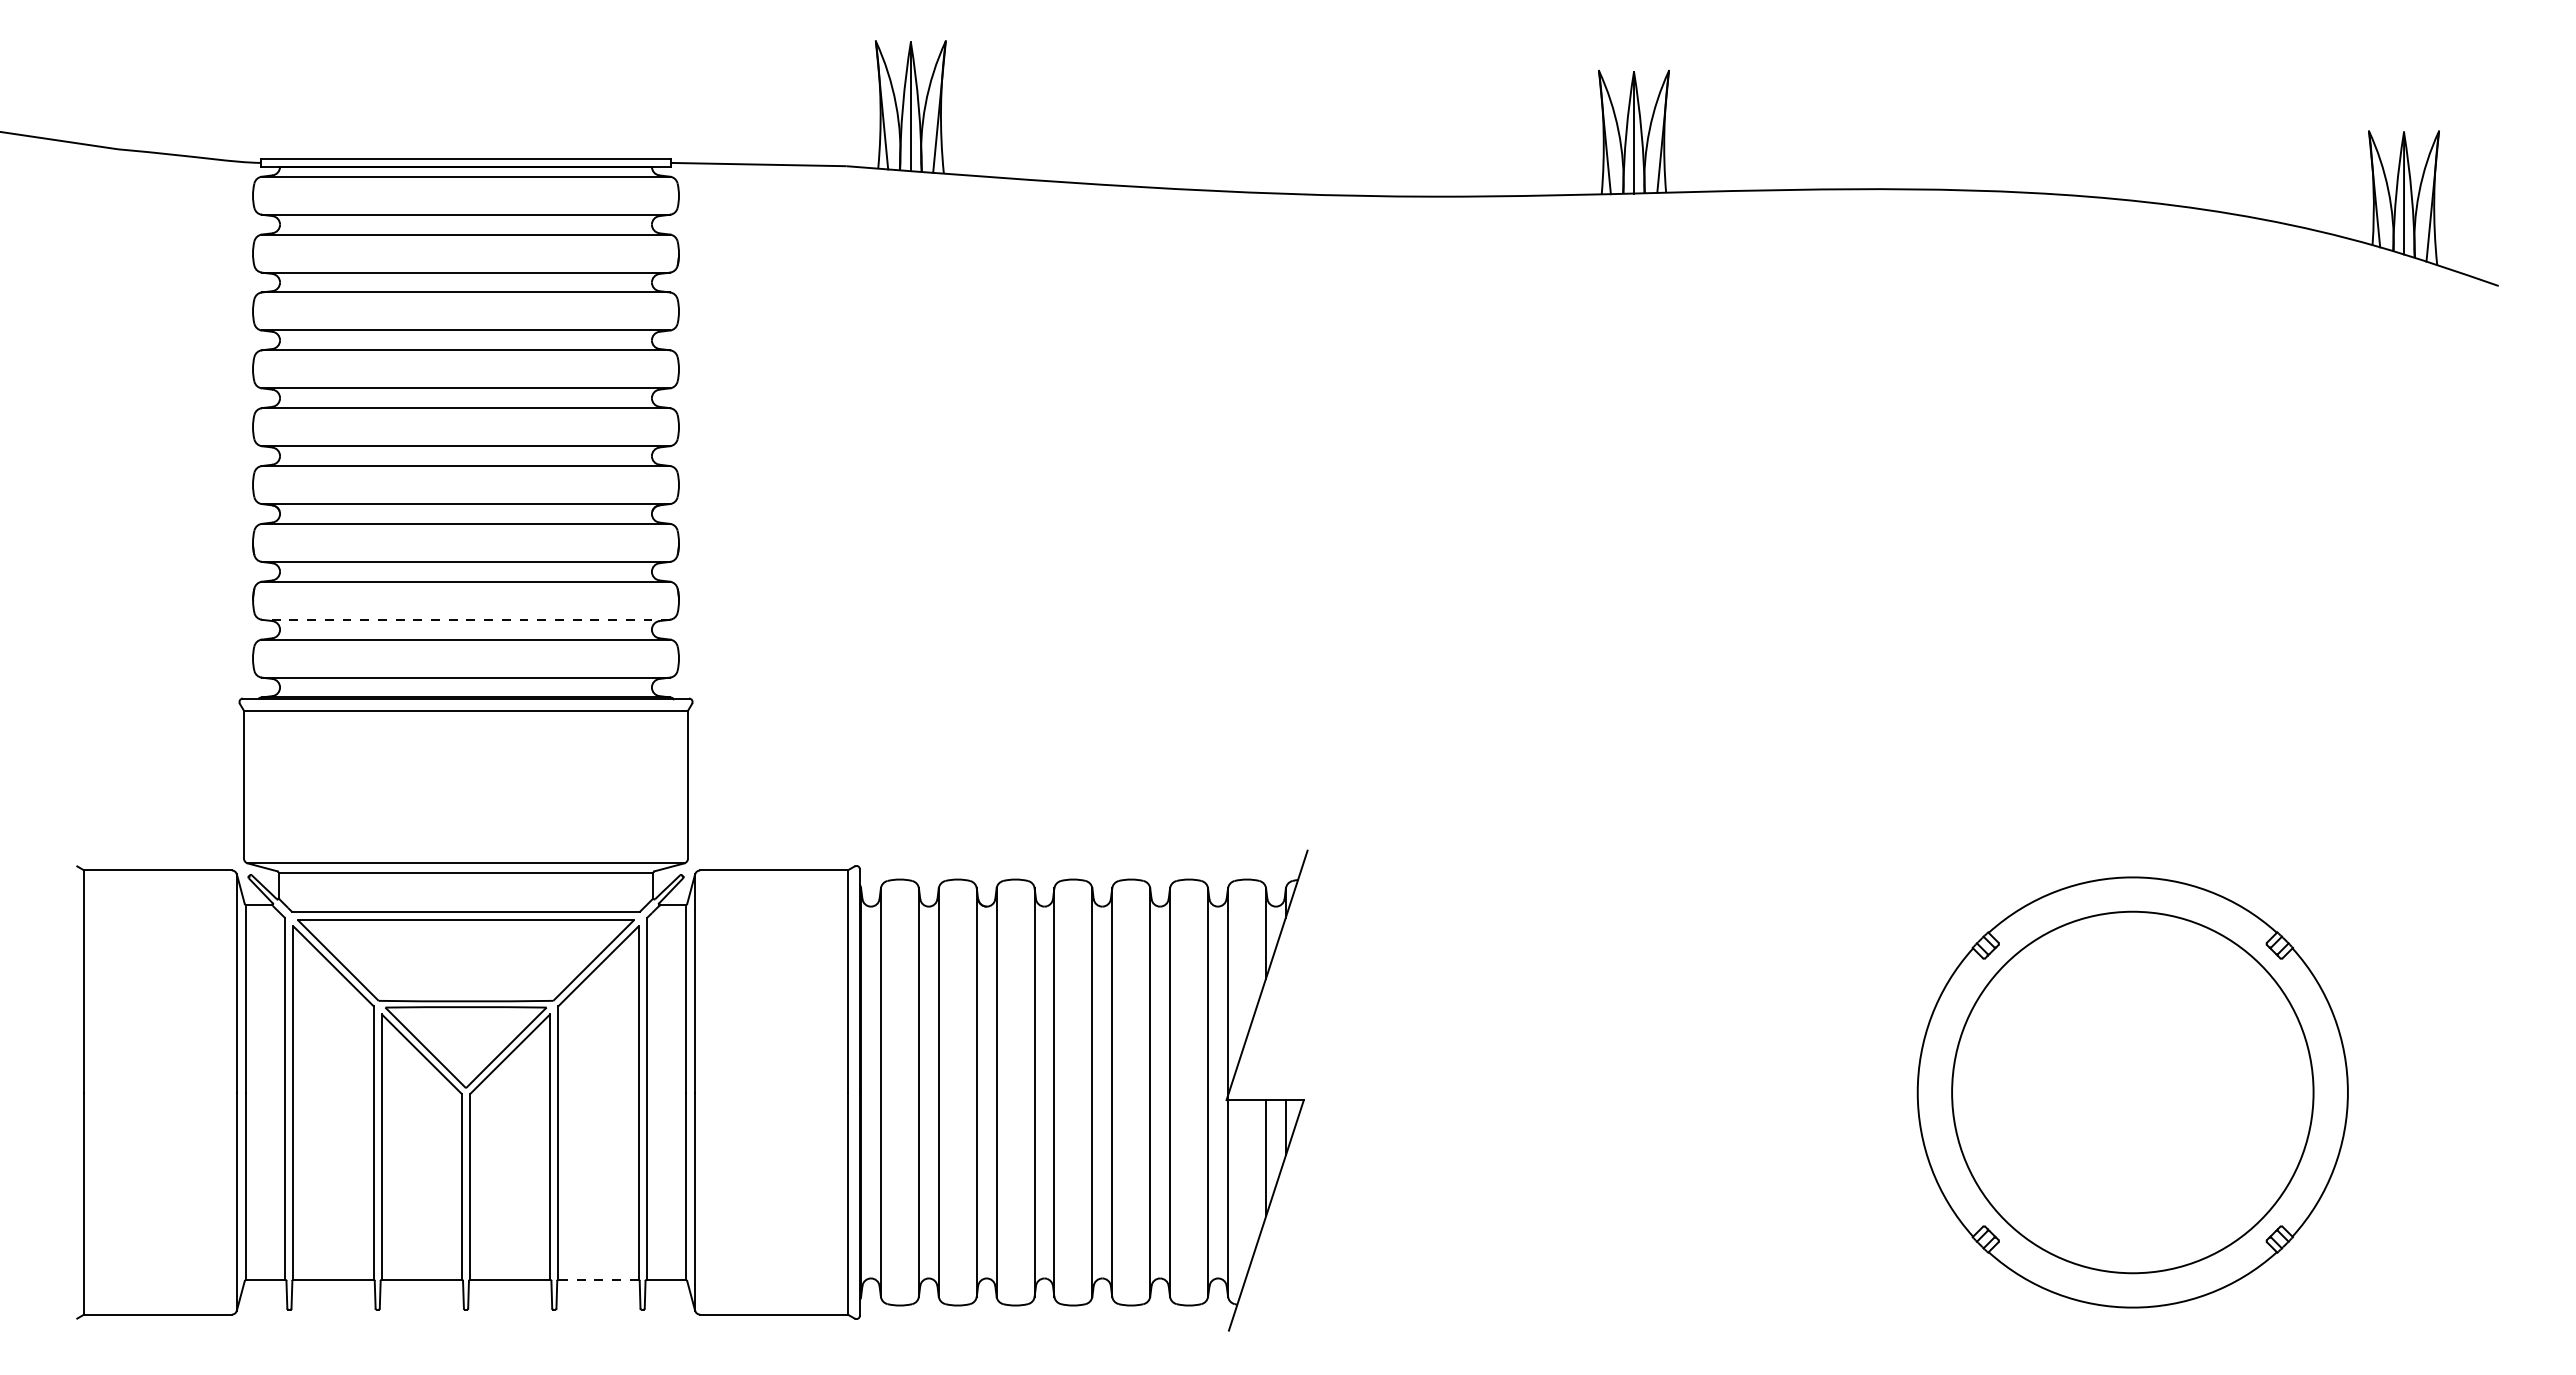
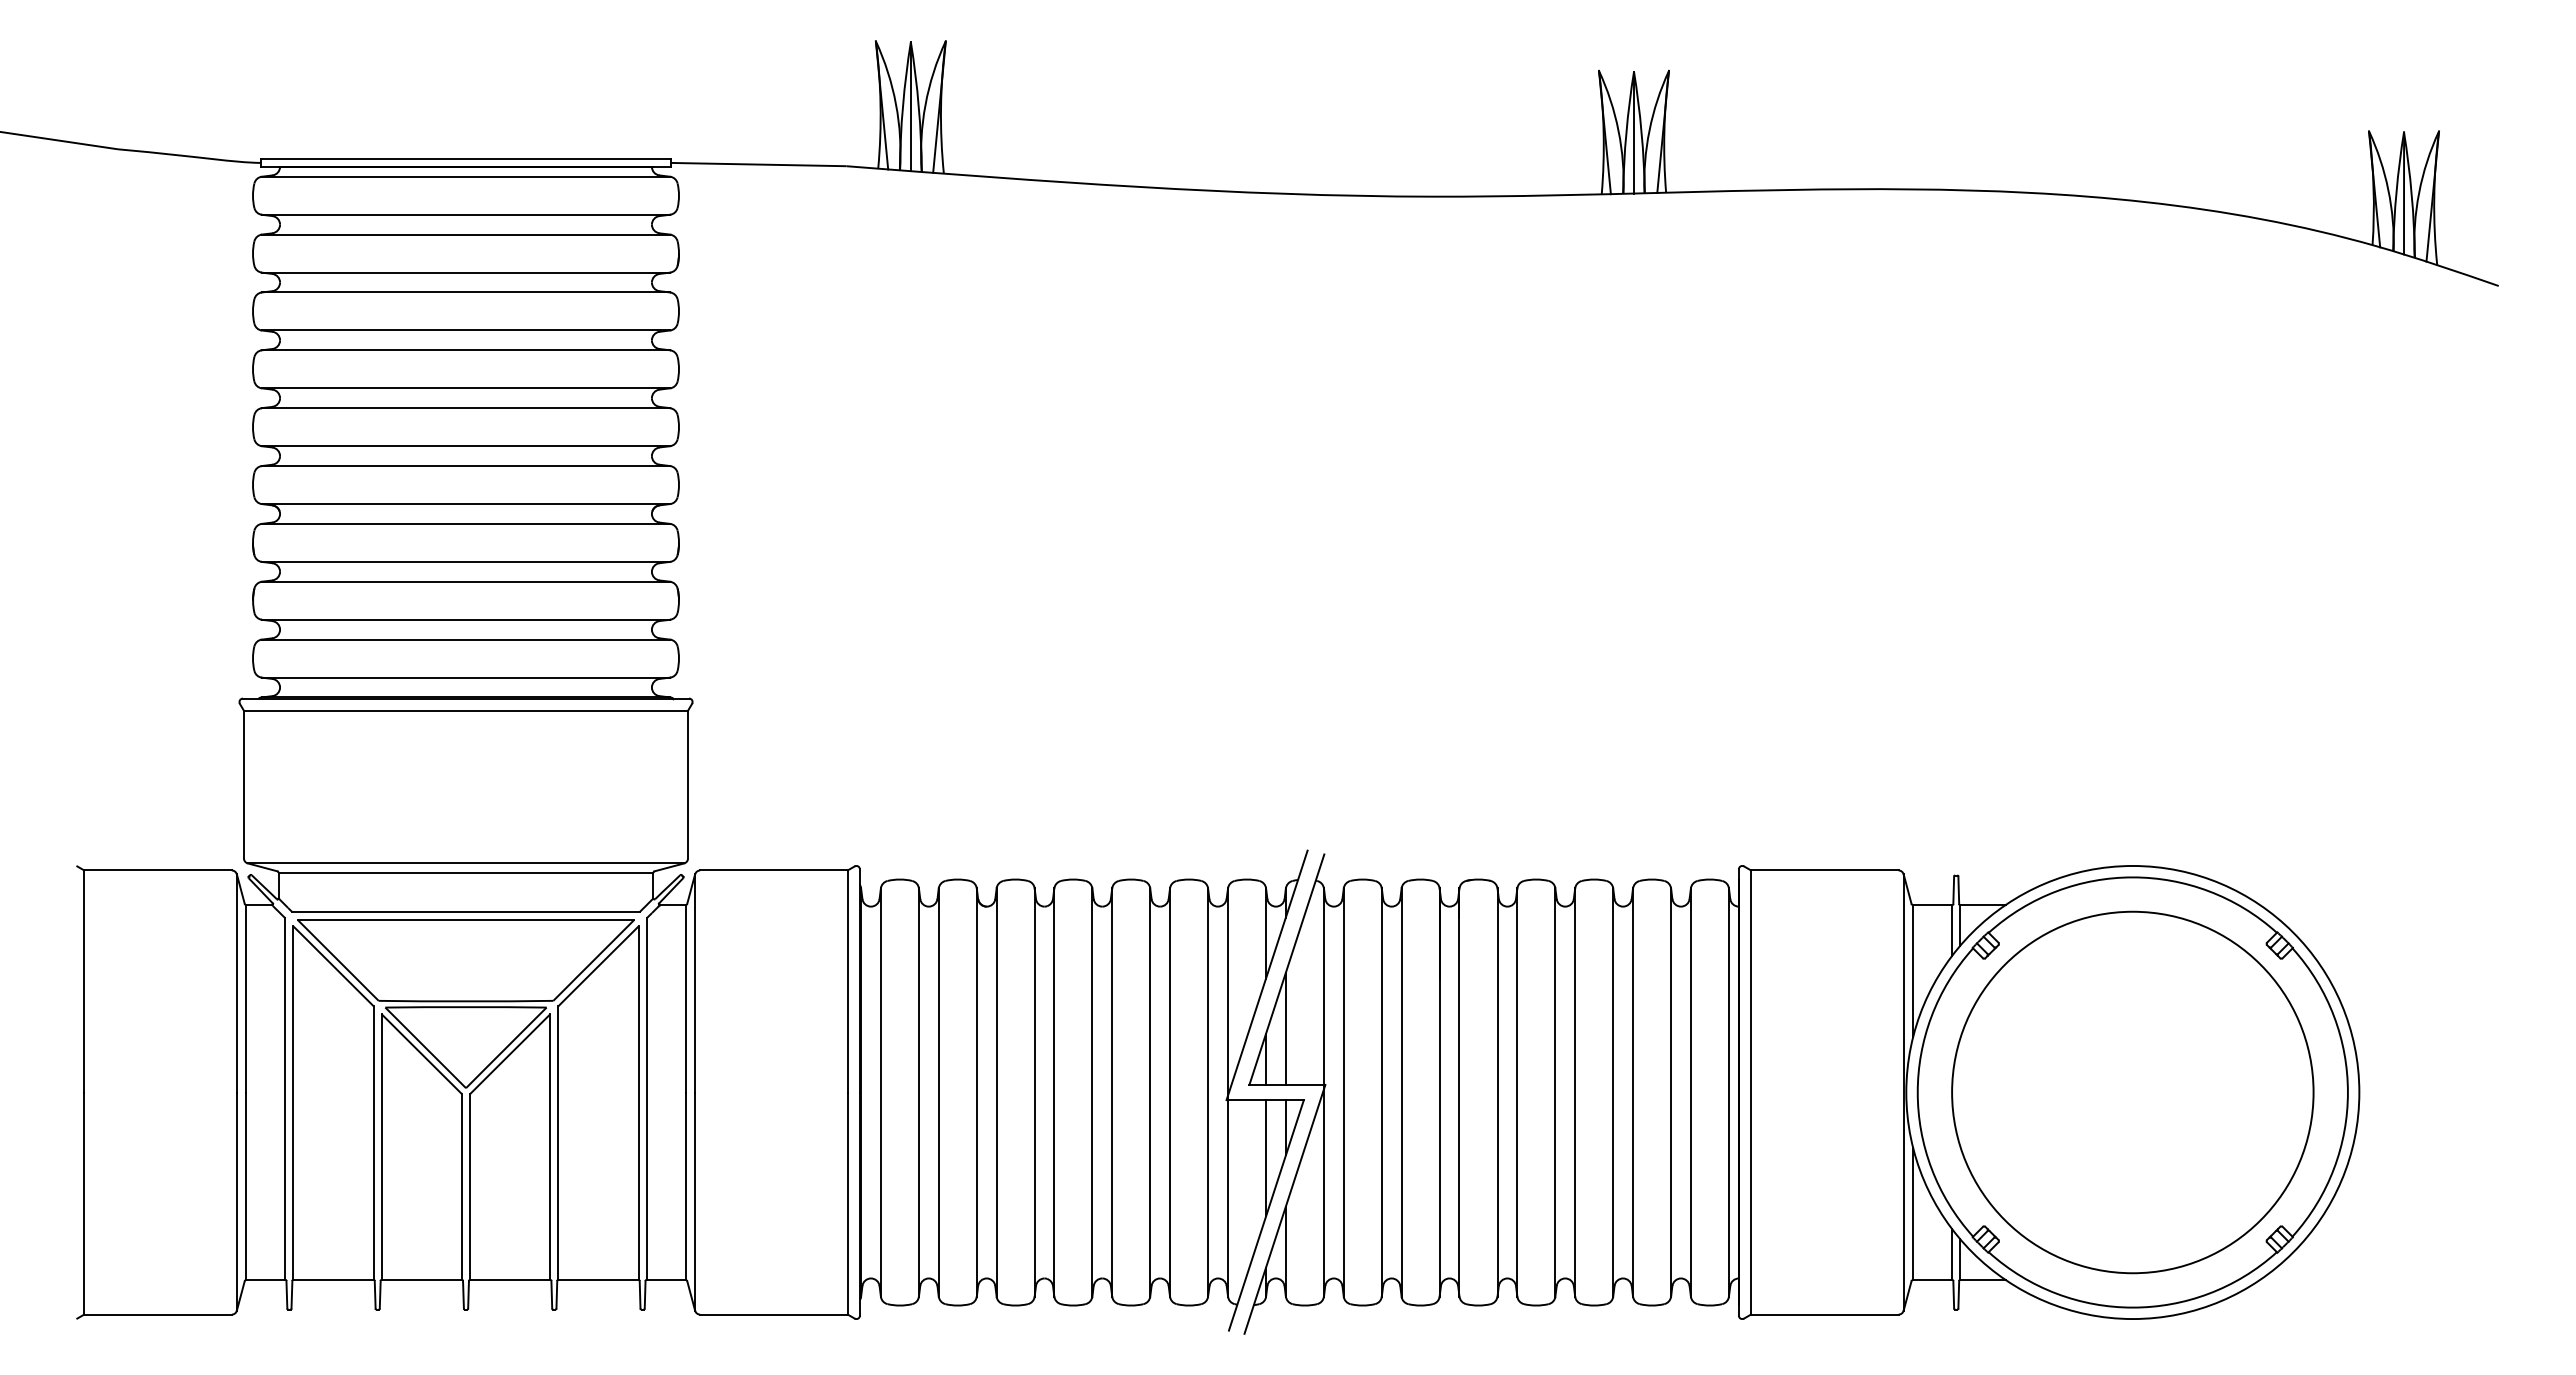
line at (465, 619): dashed -> solid
part at (1801, 1093): none -> present
line at (597, 1279): dashed -> solid
